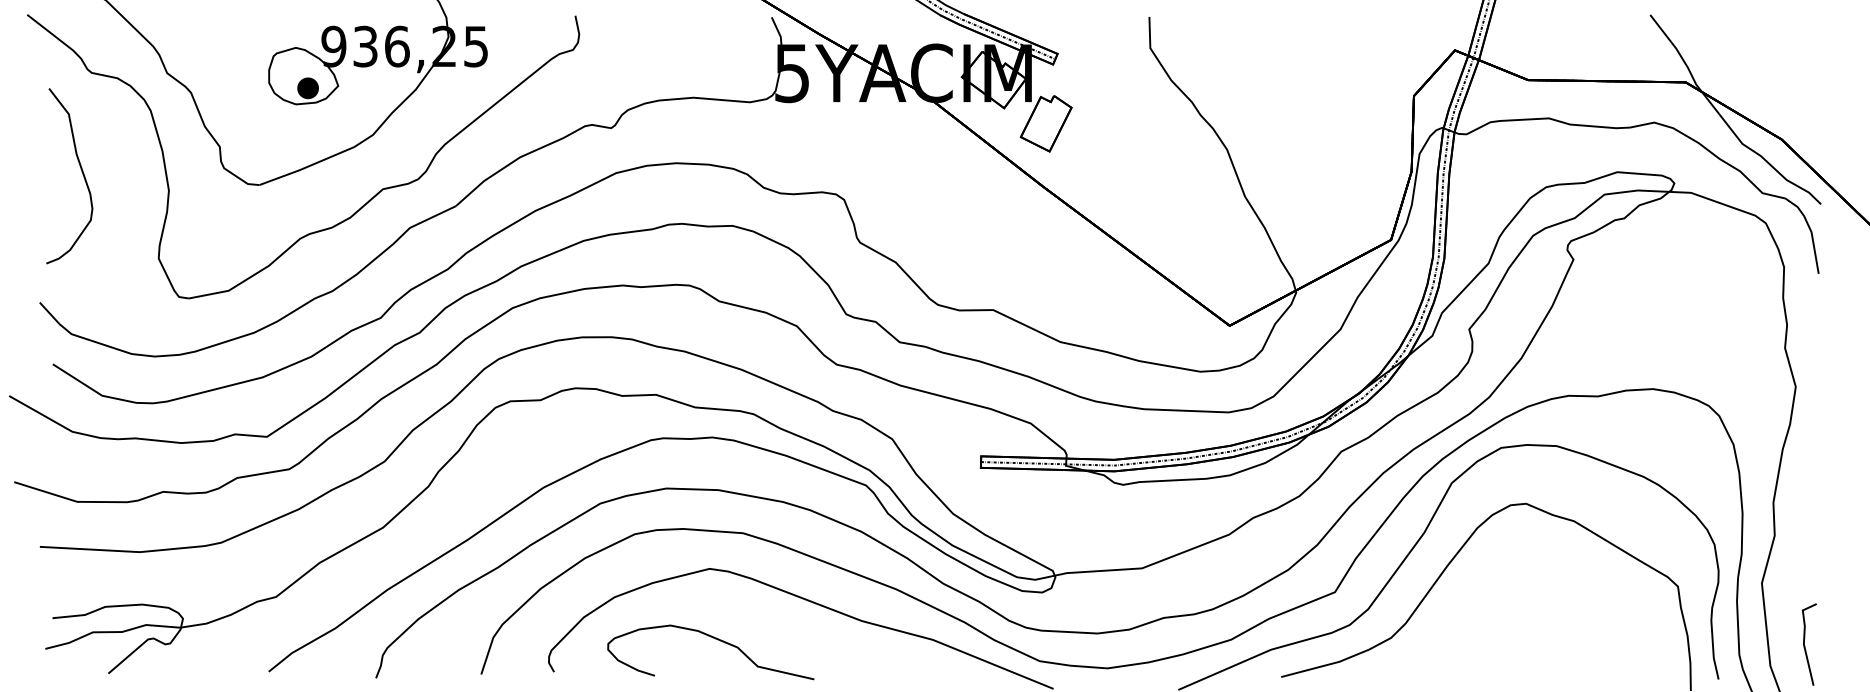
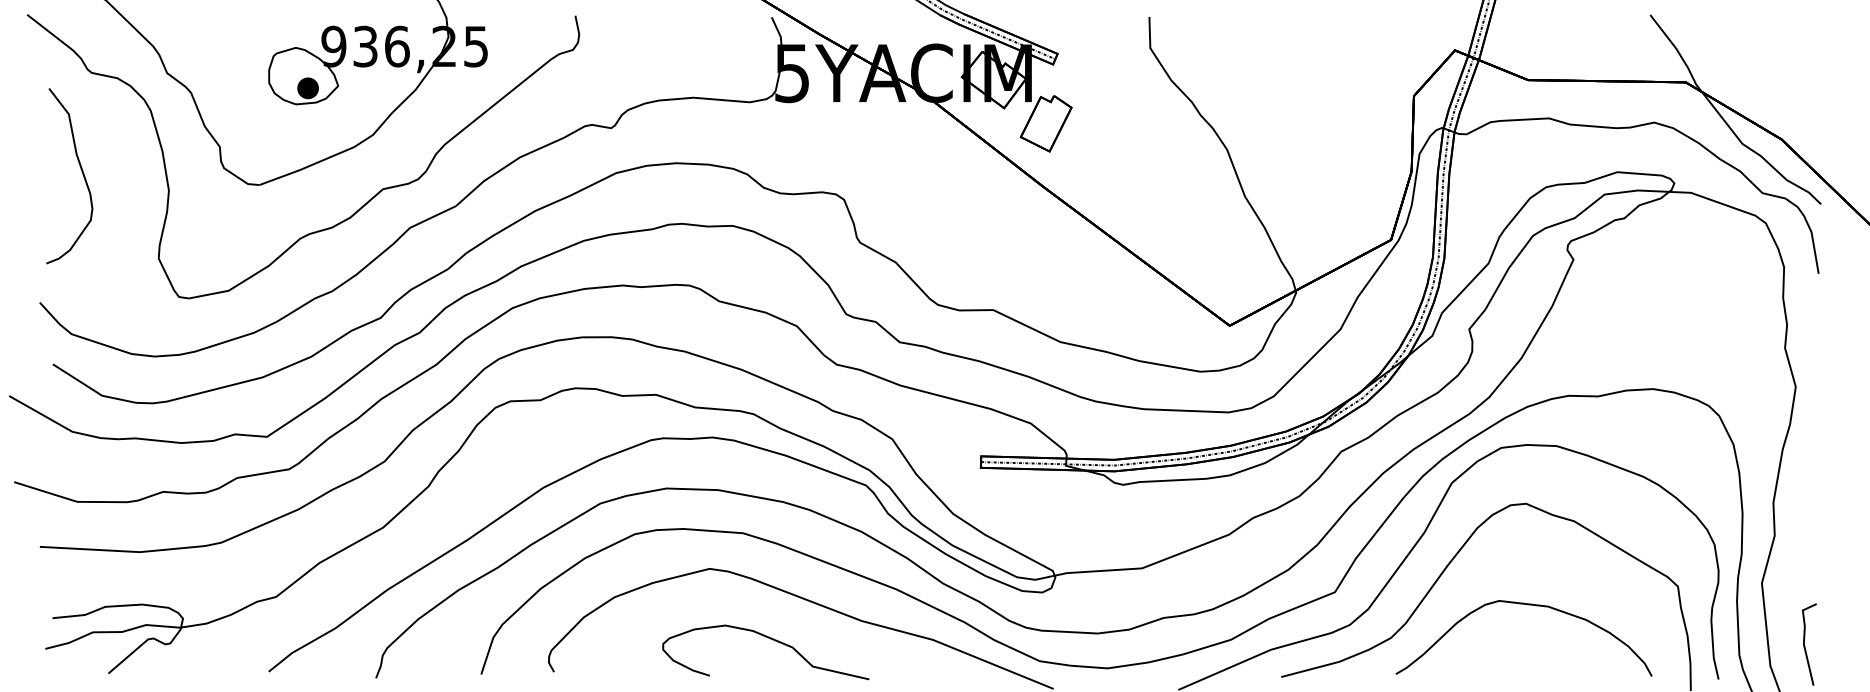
part at (1527, 605): none -> present
curve at (717, 640) position: (717, 640) -> (772, 640)
